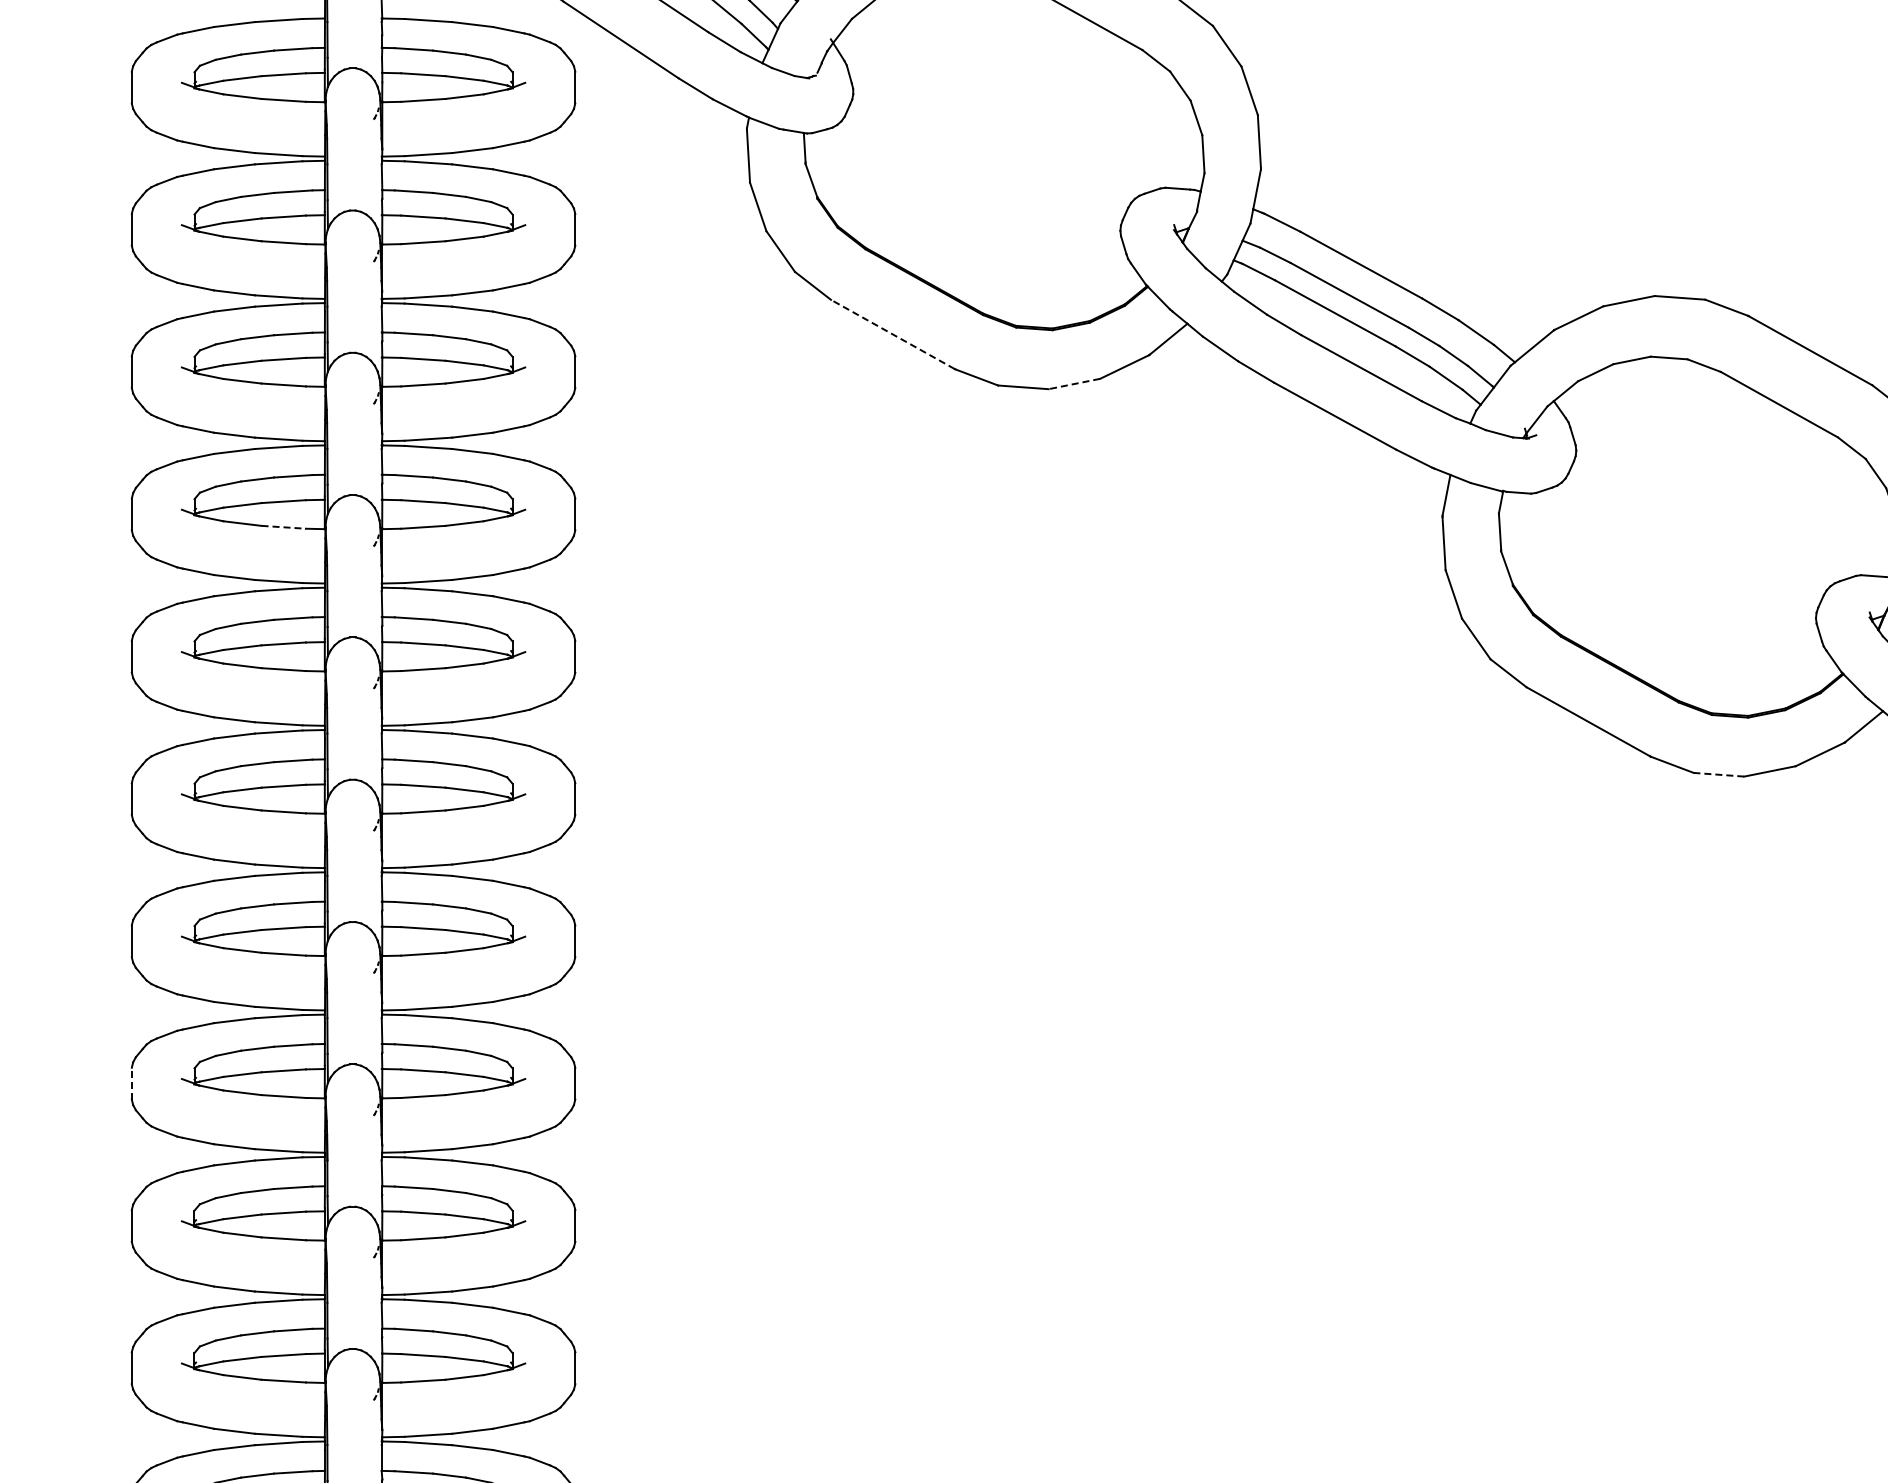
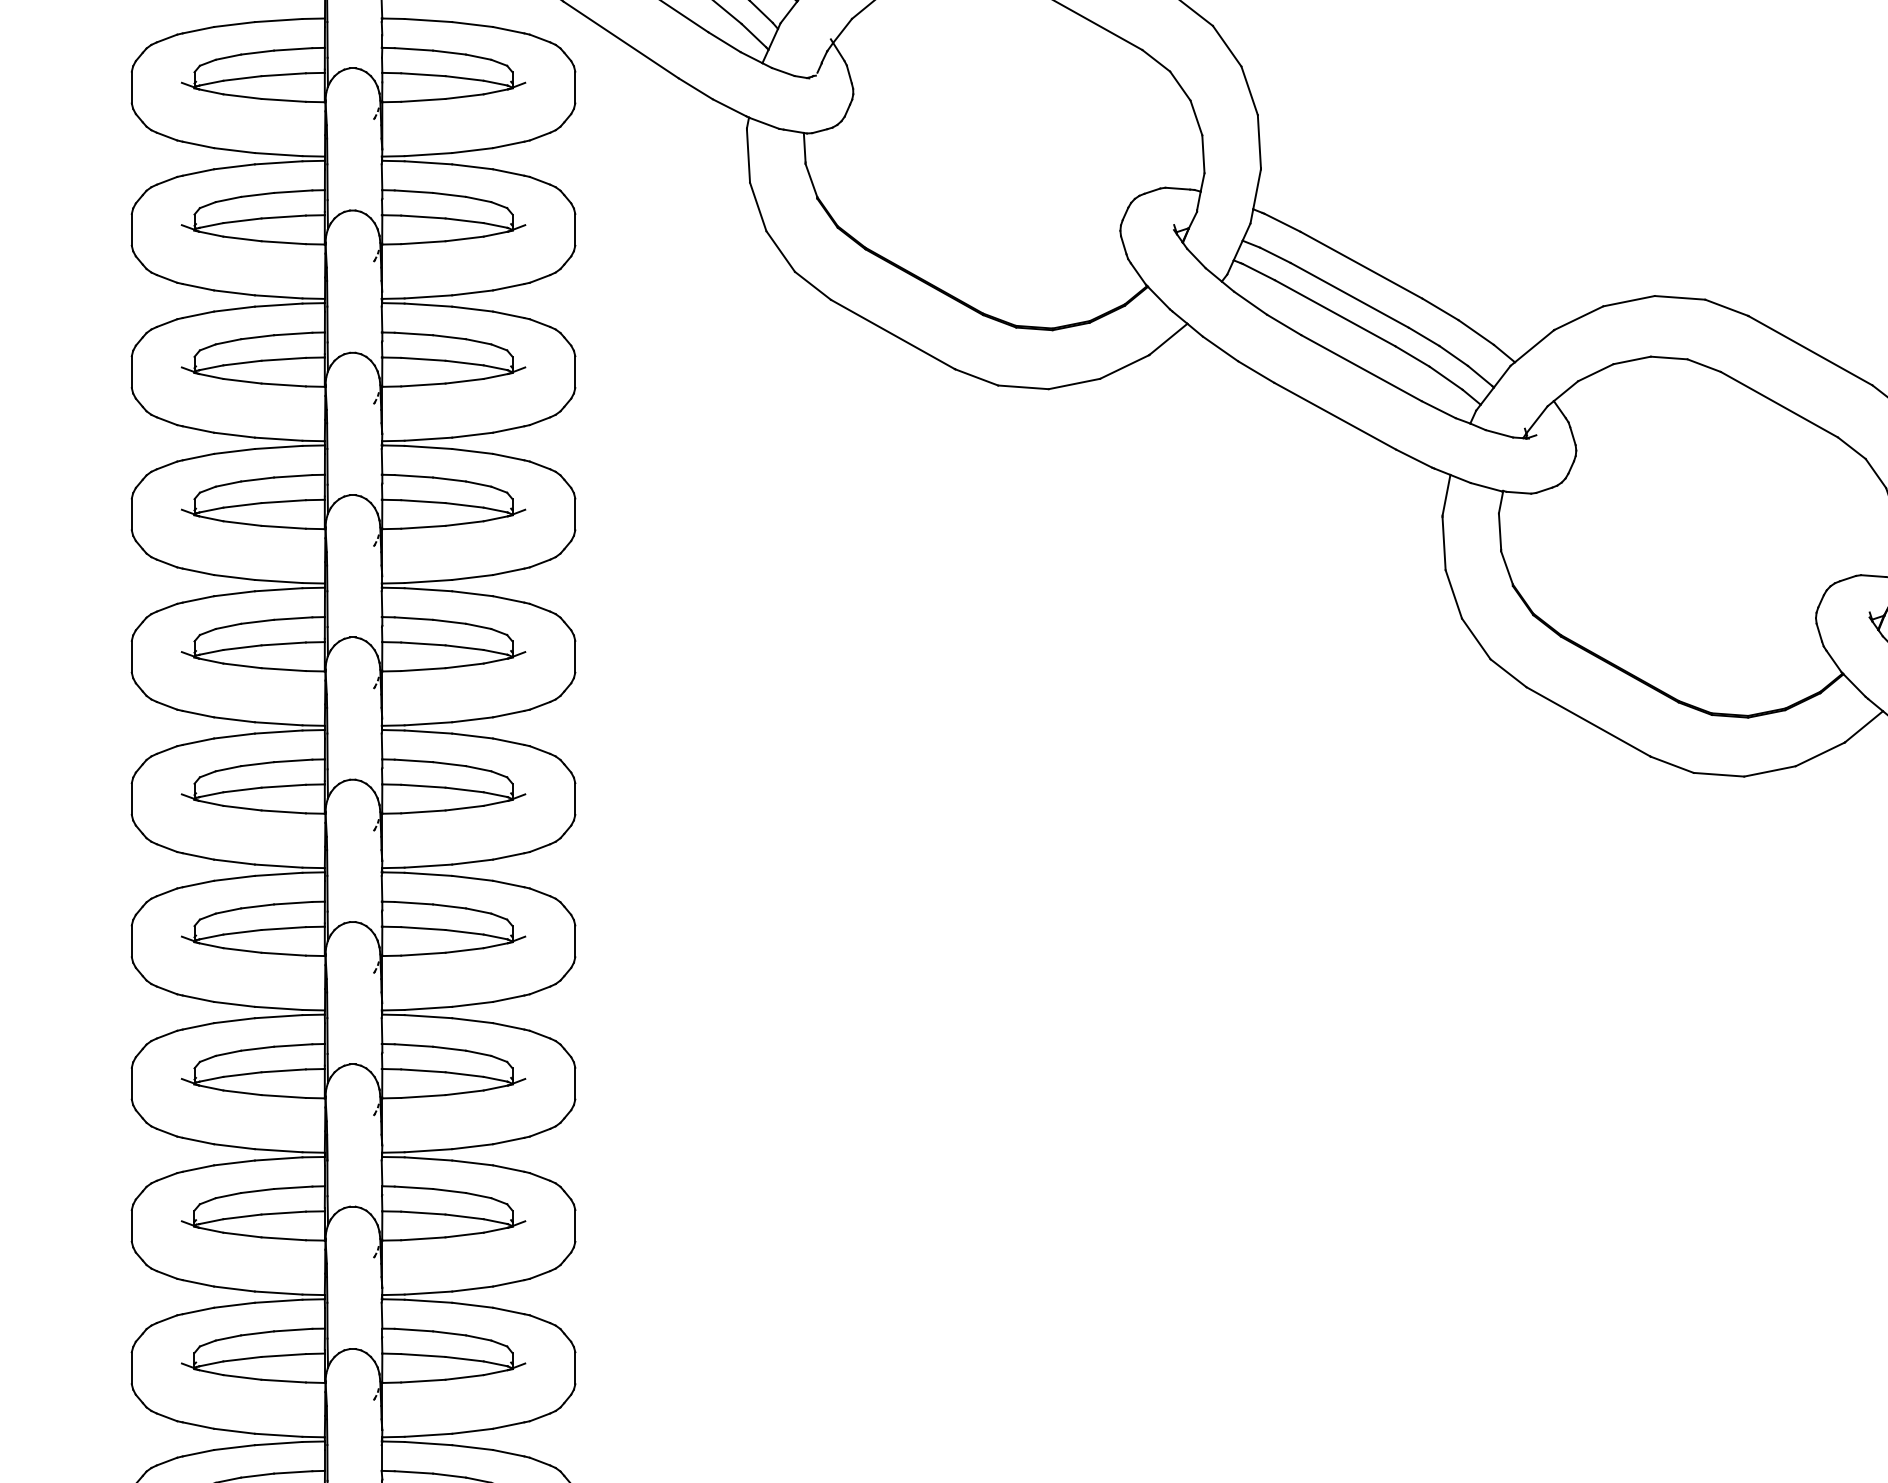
line at (892, 334): dashed -> solid
line at (1073, 384): dashed -> solid
line at (284, 527): dashed -> solid
line at (1718, 774): dashed -> solid
line at (131, 1083): dashed -> solid
